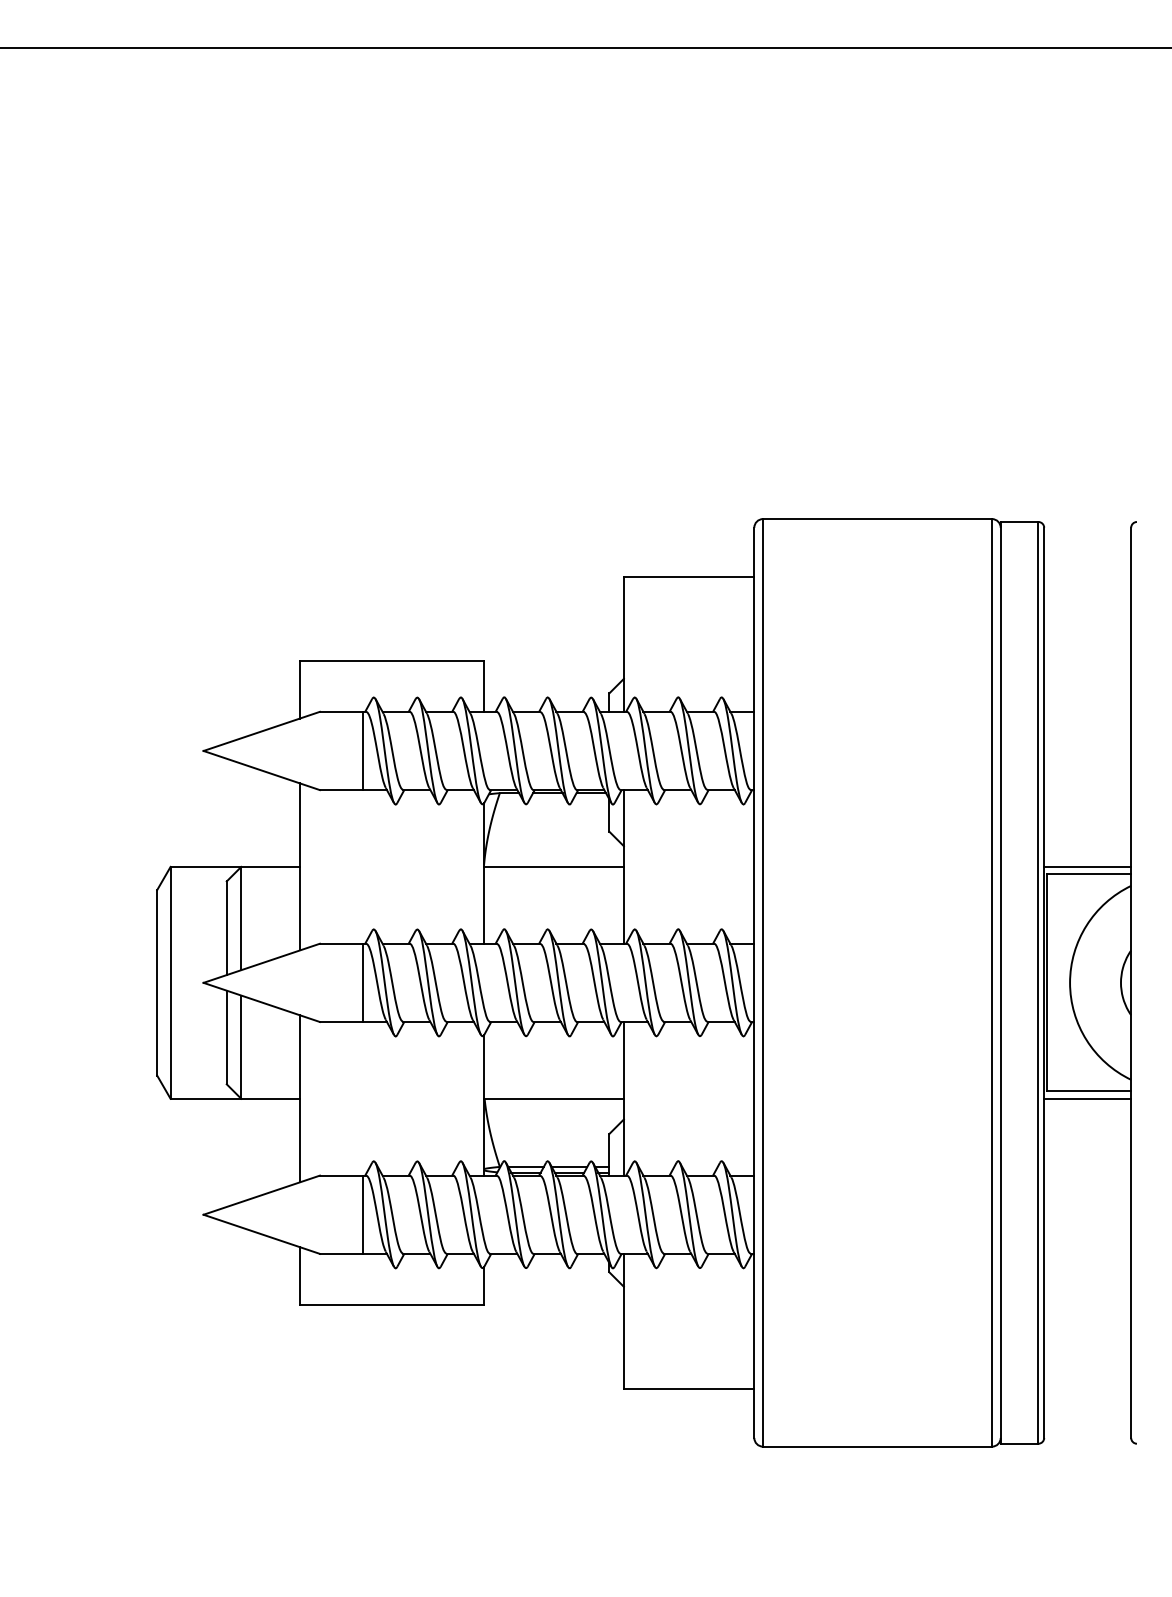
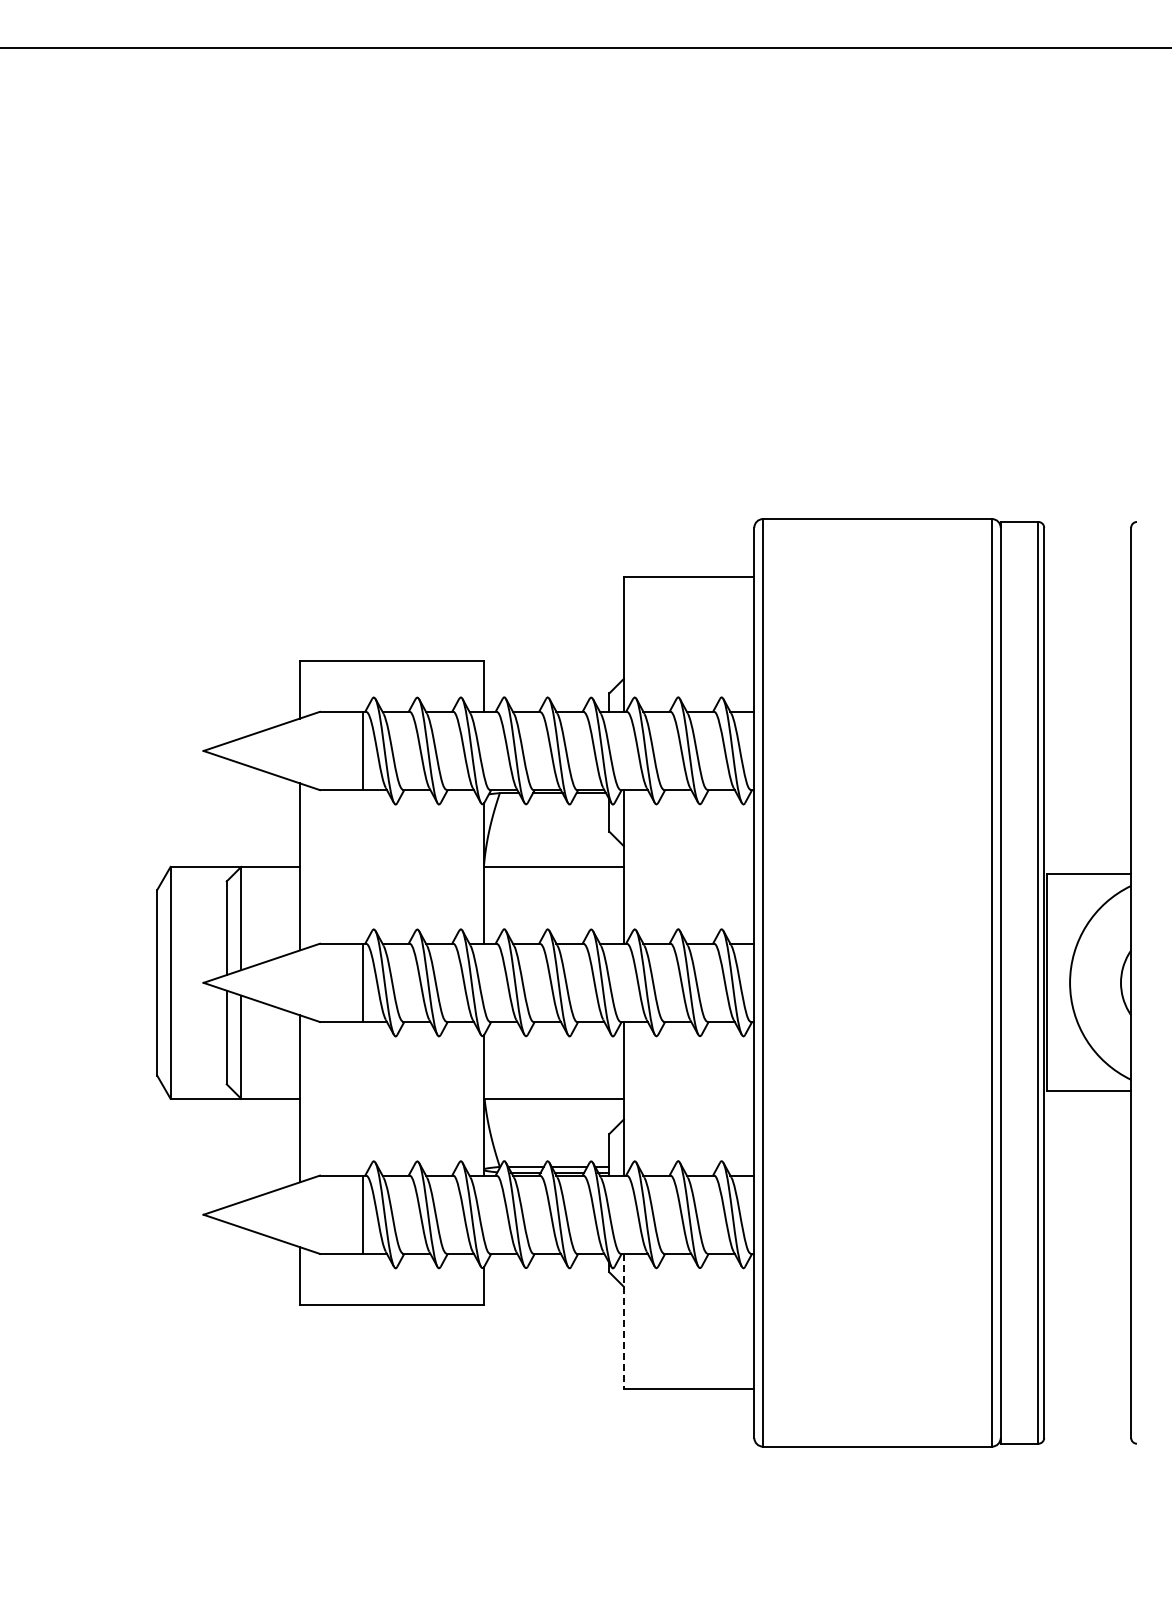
line at (1087, 866): present -> none
line at (1087, 1098): present -> none
line at (623, 1321): solid -> dashed
